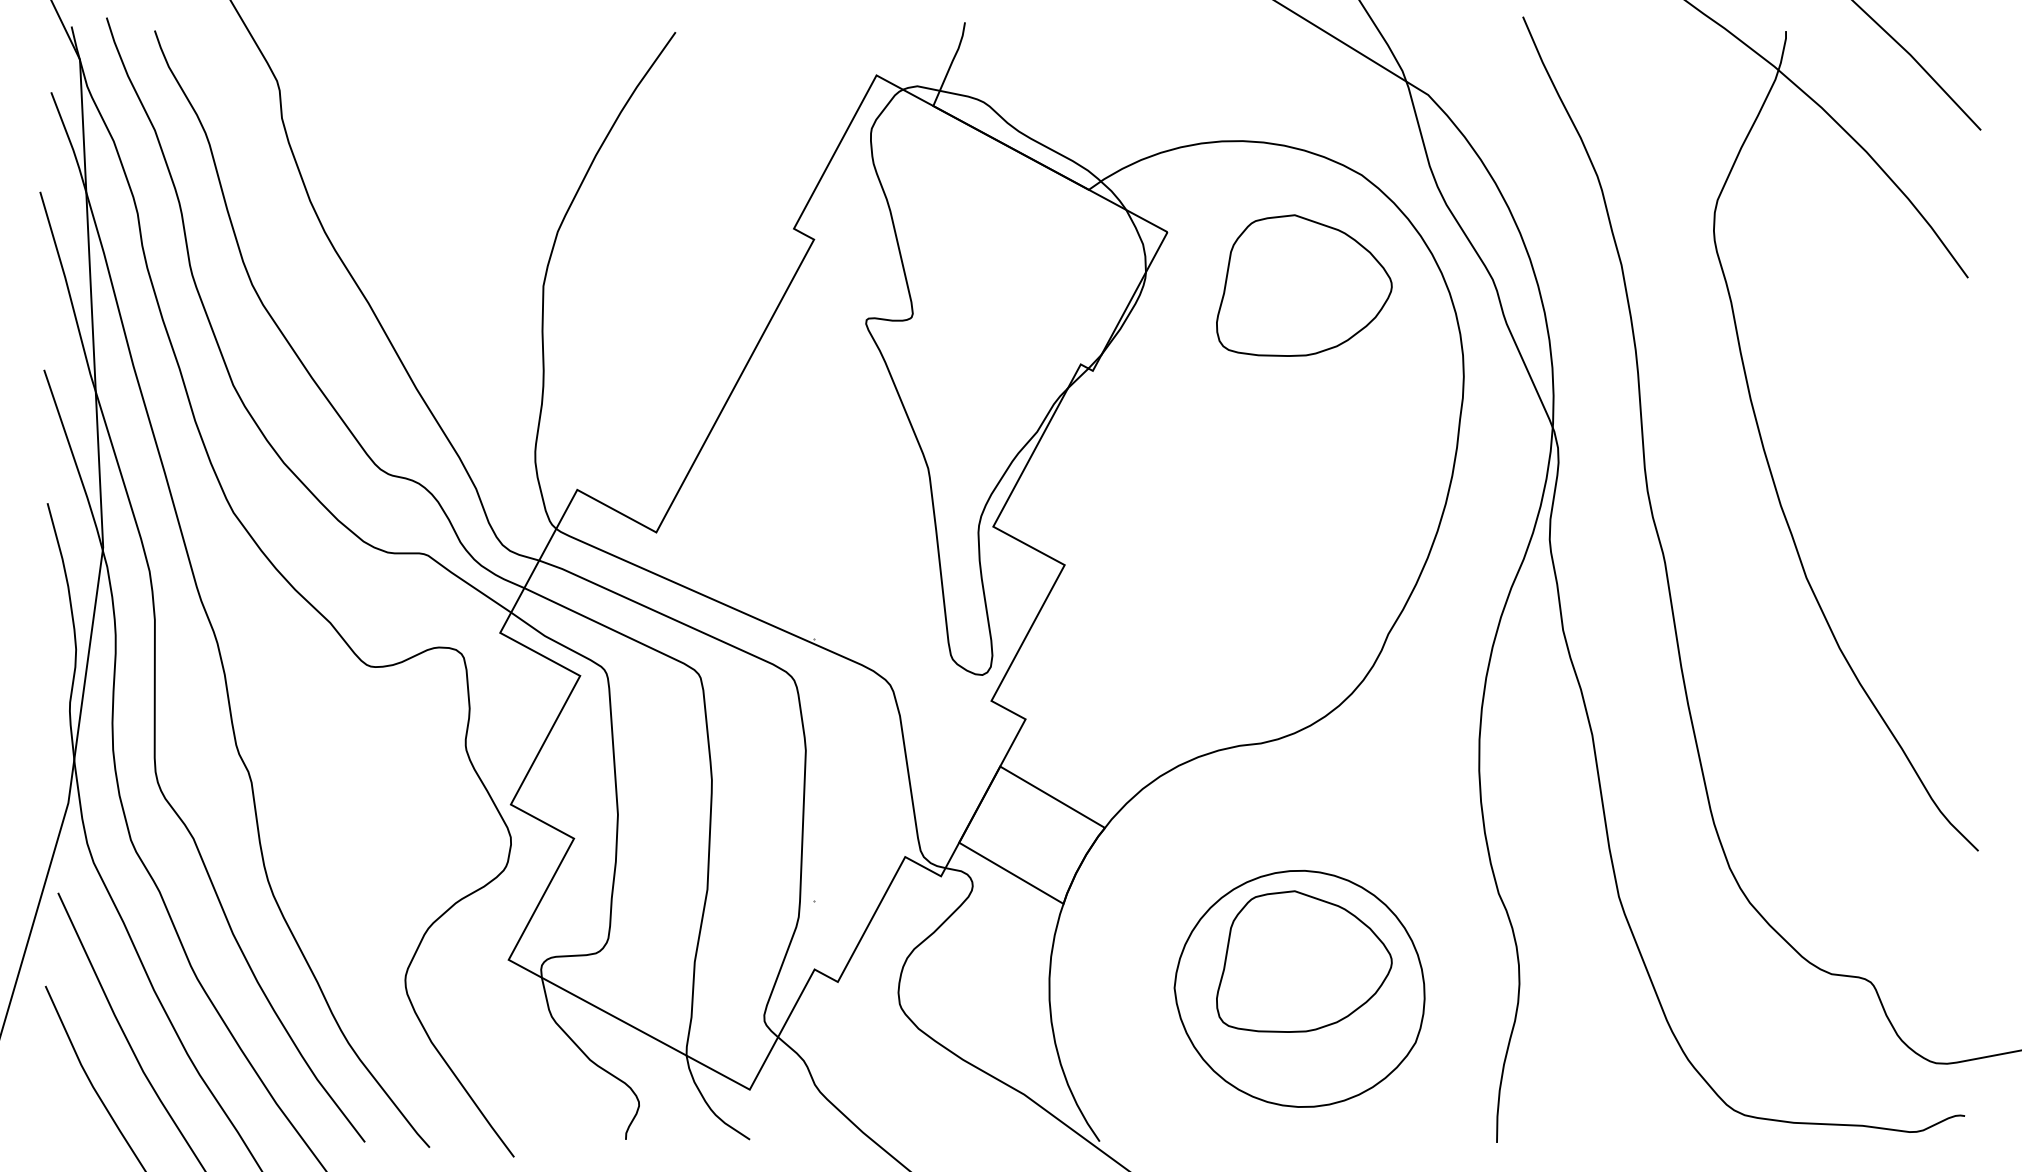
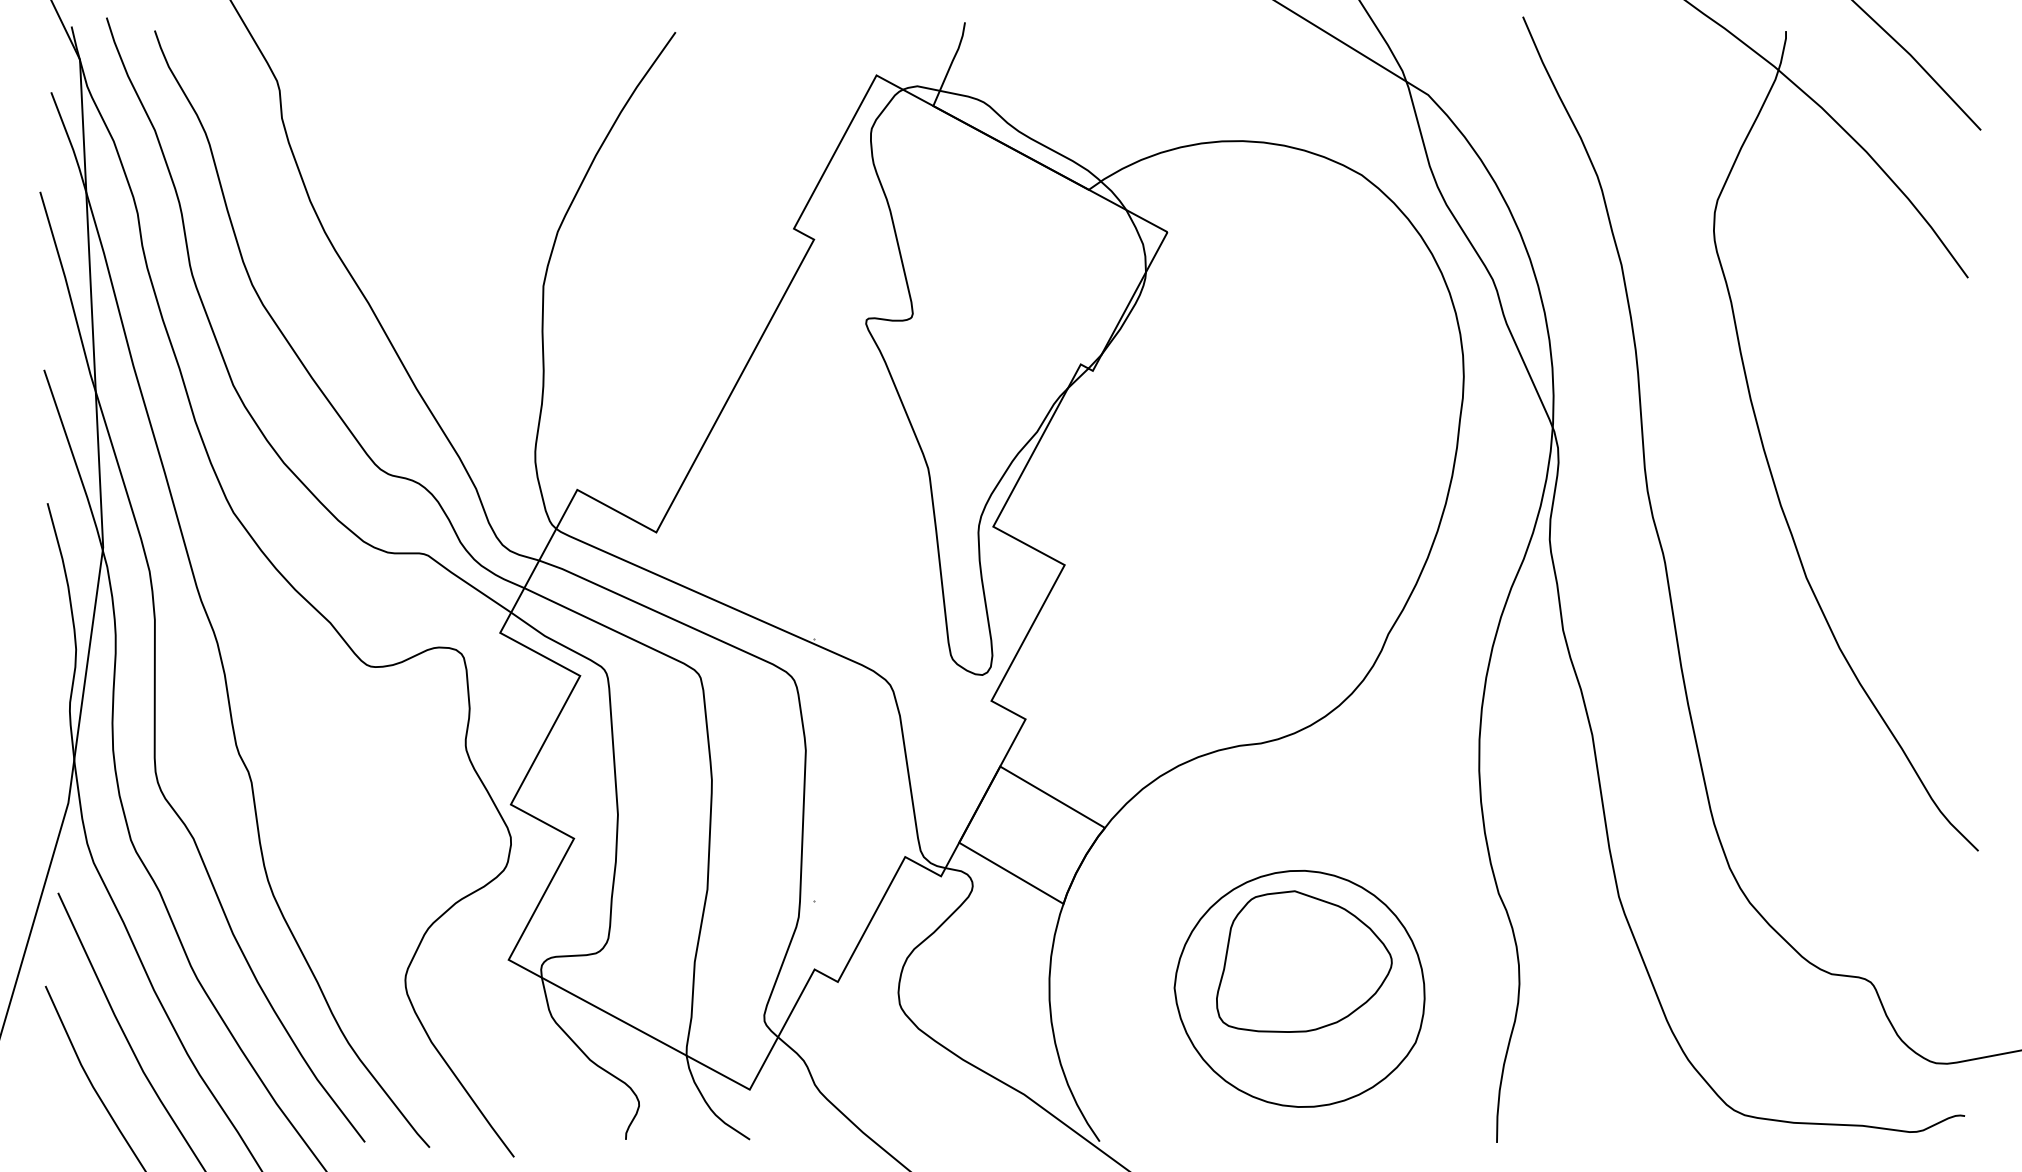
part at (1304, 285): present -> none
